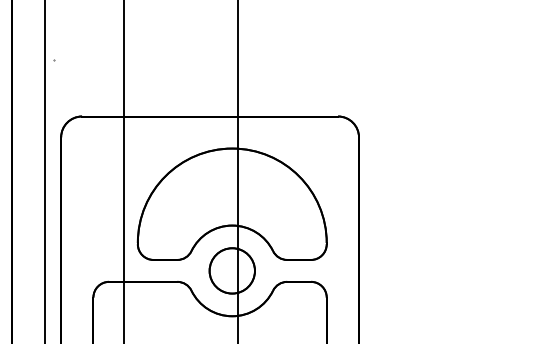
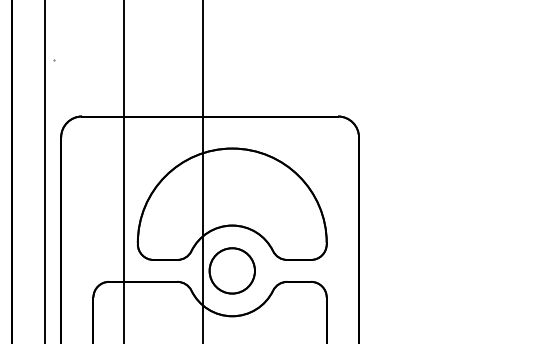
line at (238, 171) position: (238, 171) -> (203, 171)
